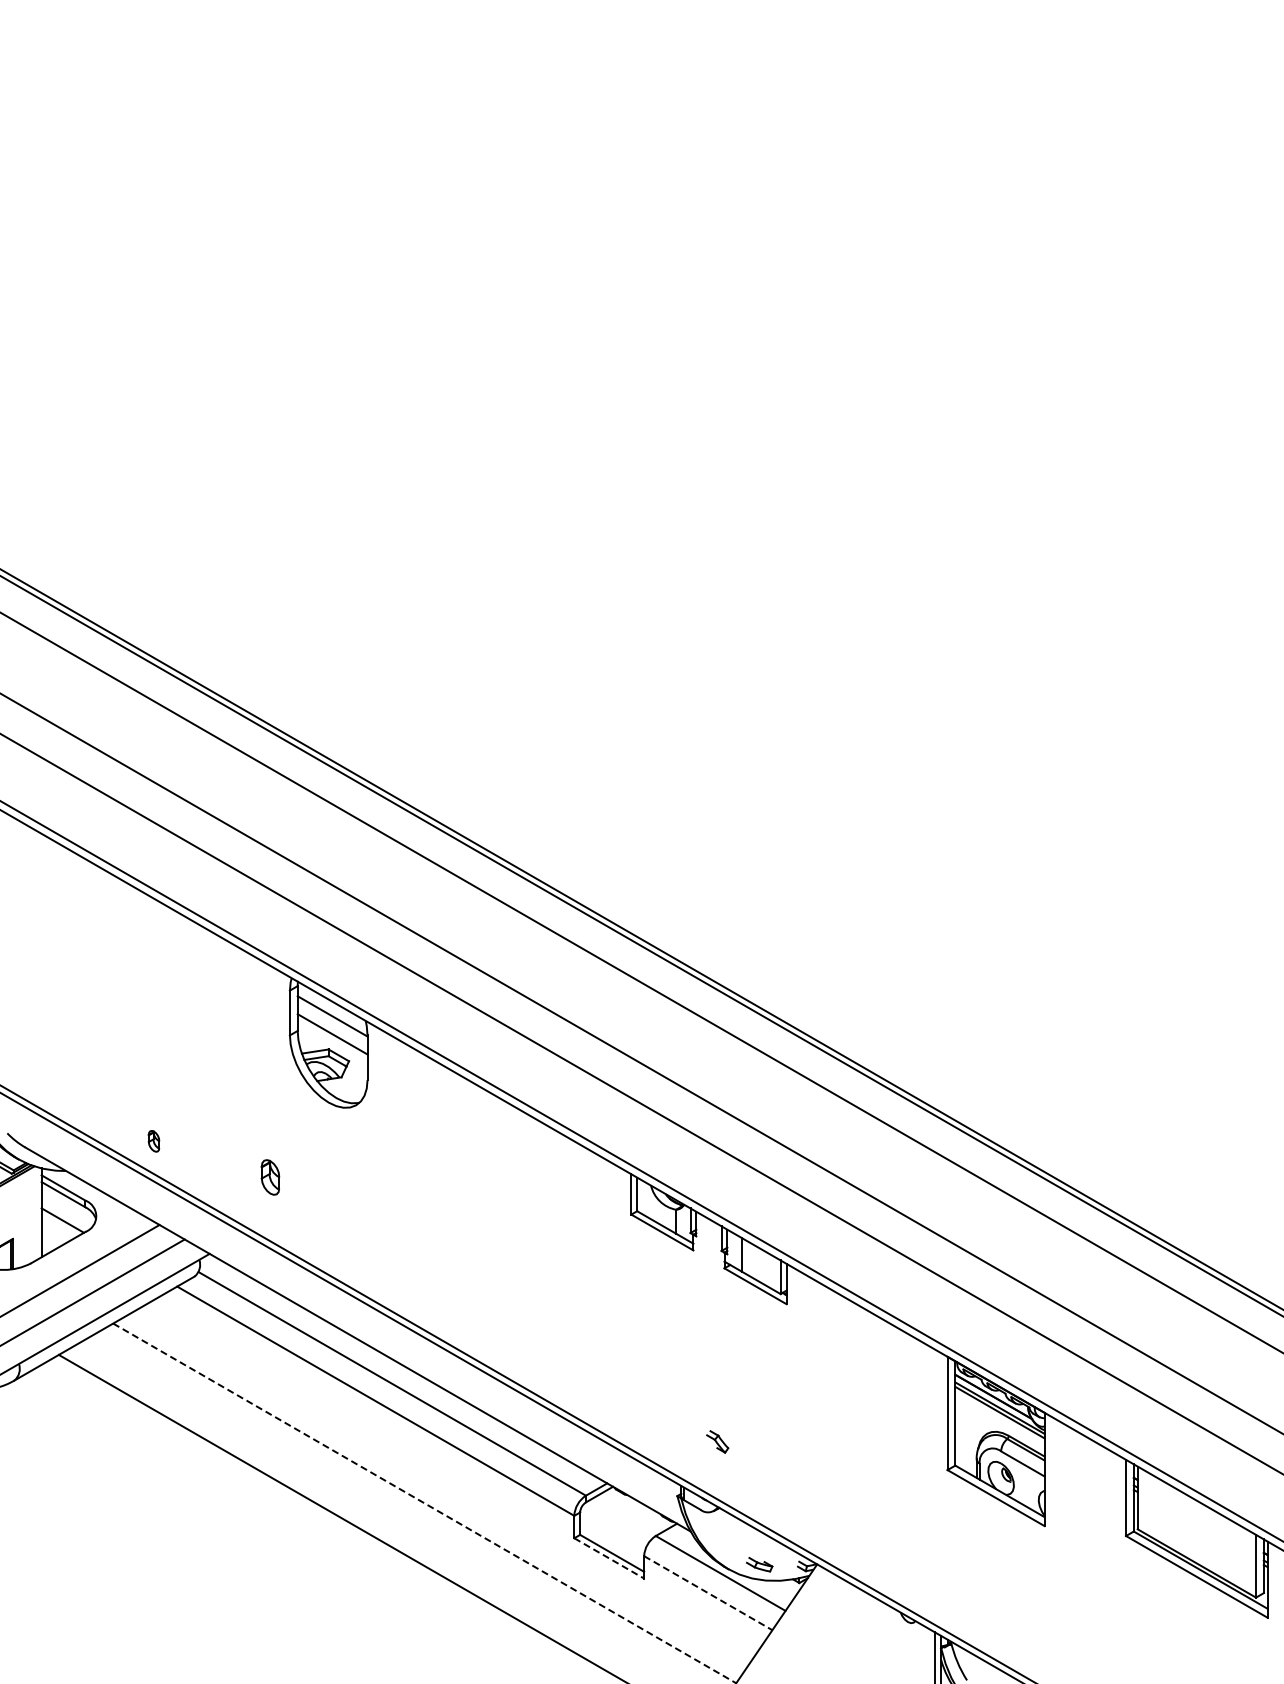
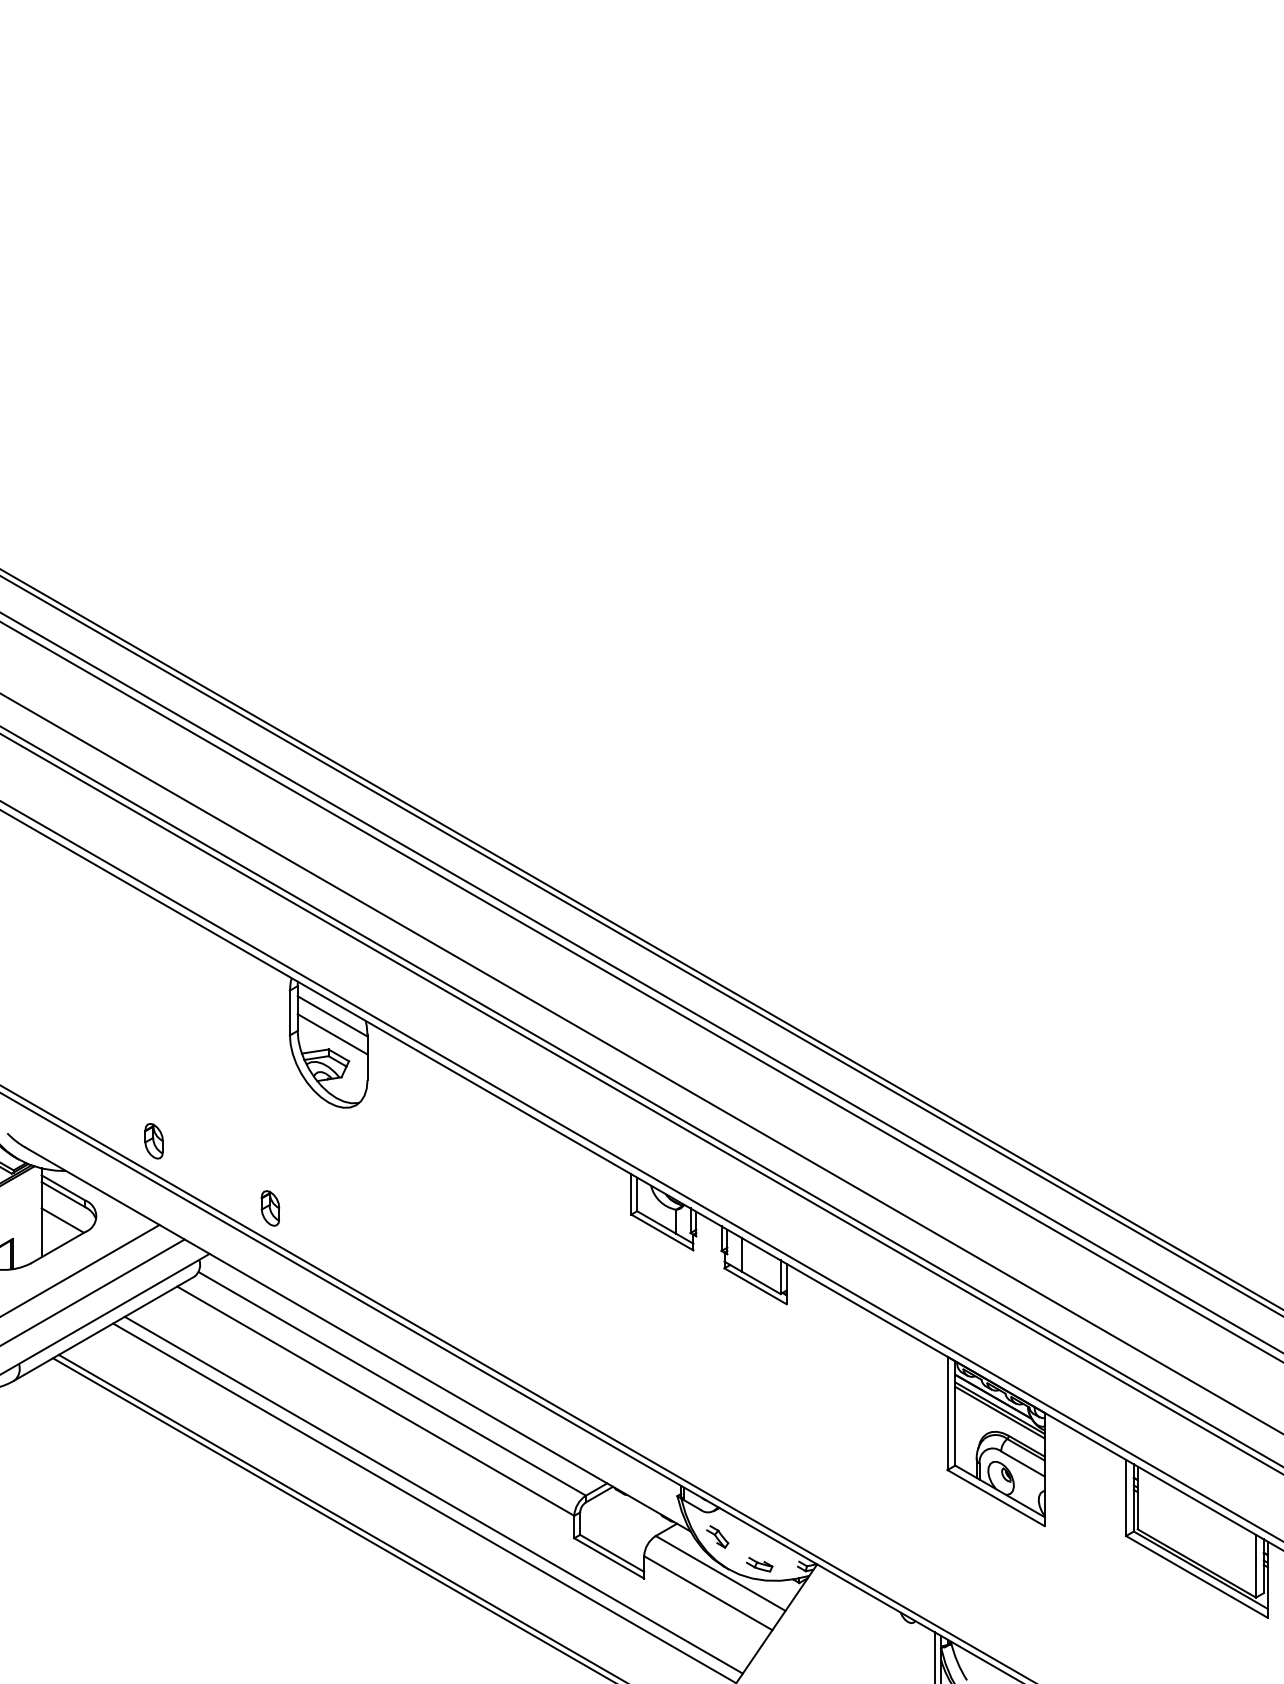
line at (641, 991): none -> present
line at (641, 1096): none -> present
part at (153, 1141) size: 14x23 px -> 20x37 px
part at (270, 1177) position: (270, 1177) -> (270, 1208)
part at (717, 1441) position: (717, 1441) -> (717, 1536)
line at (433, 1494): none -> present
line at (424, 1503): dashed -> solid
line at (332, 1519): none -> present
line at (609, 1558): dashed -> solid
line at (708, 1593): dashed -> solid
